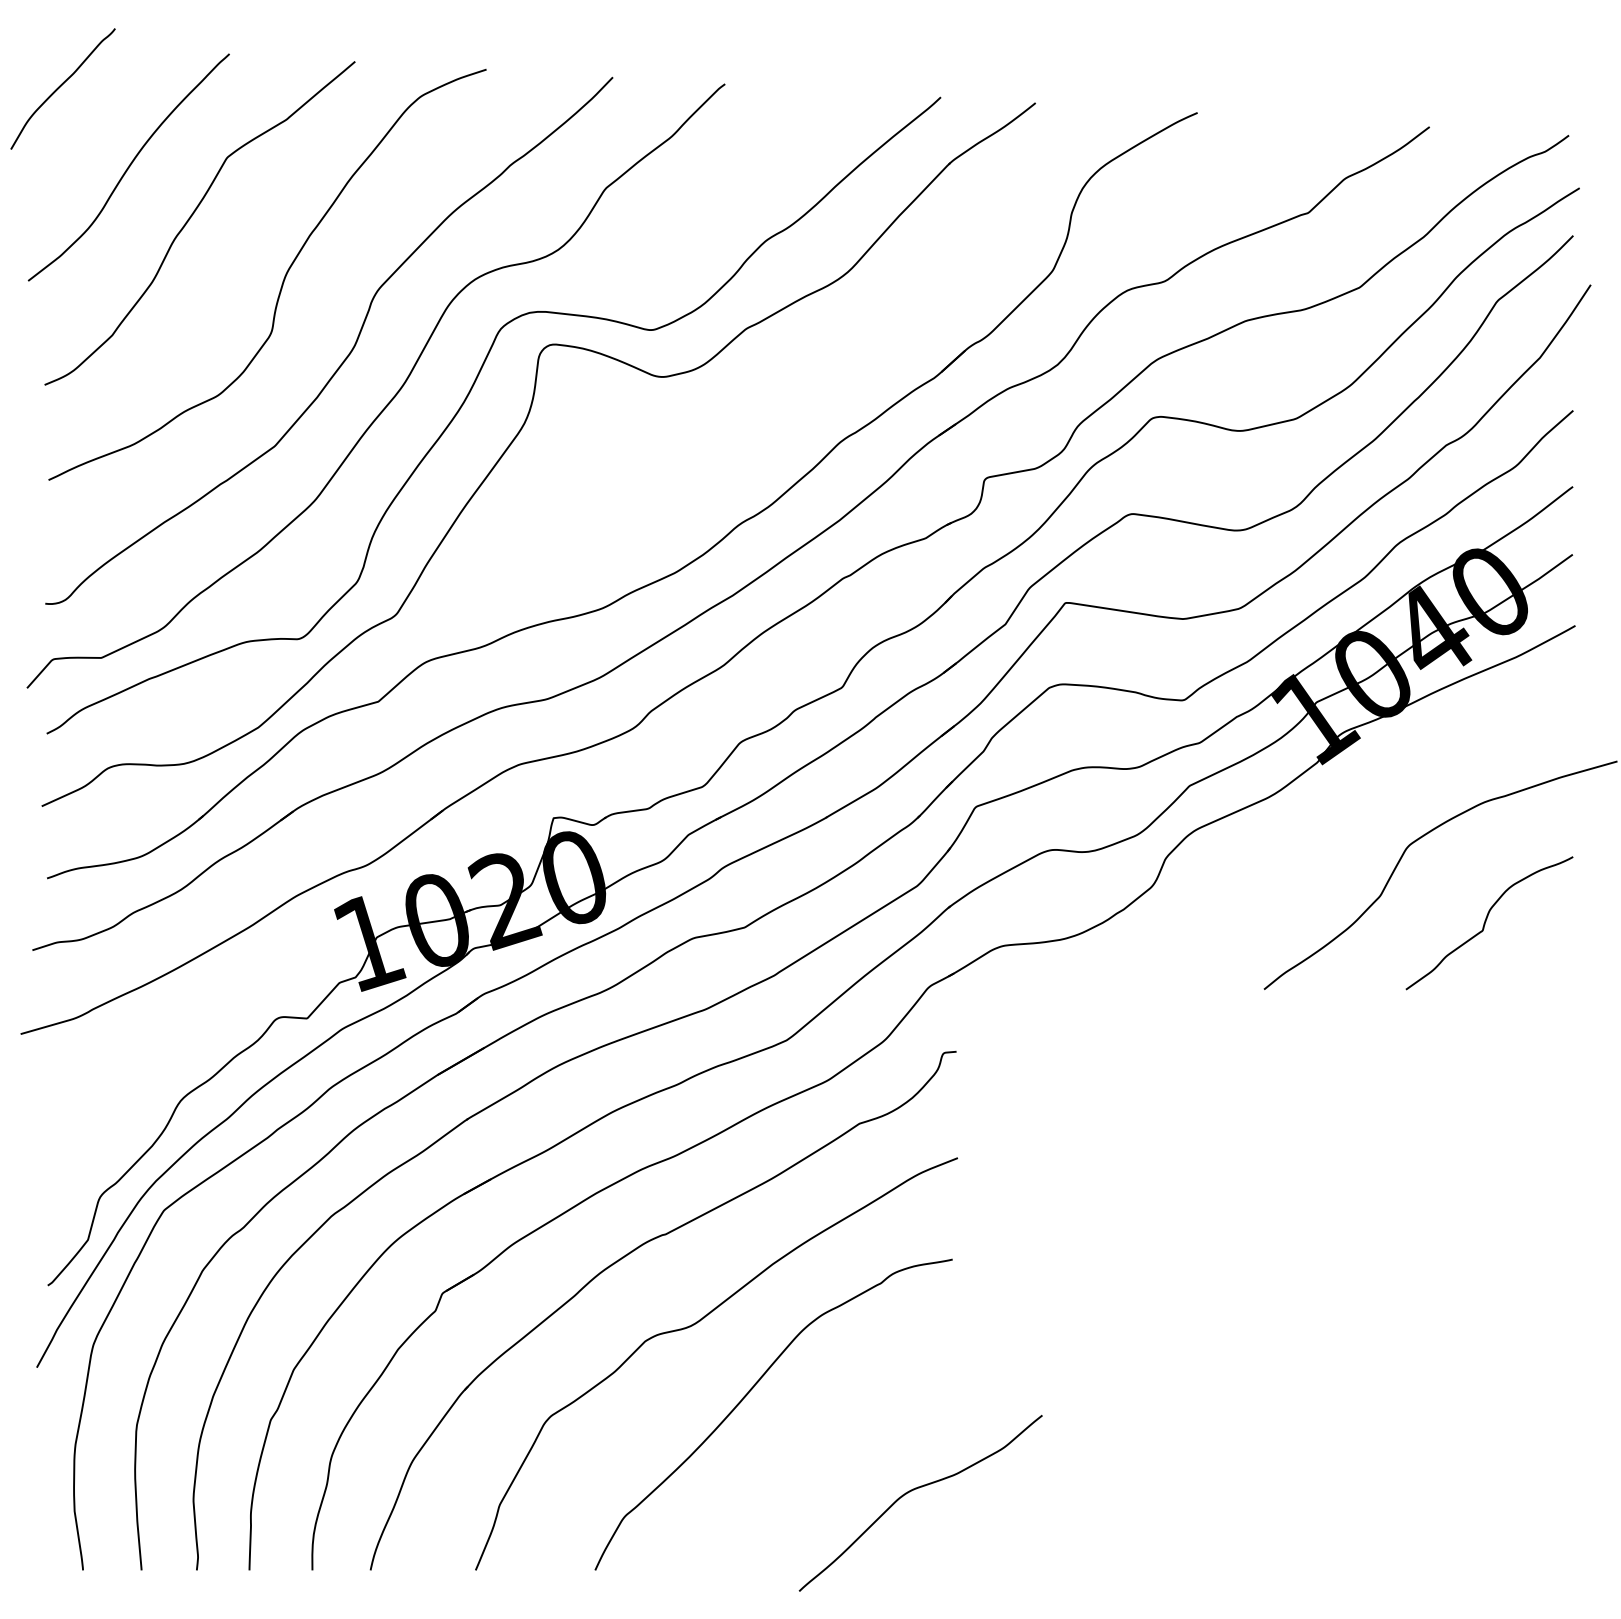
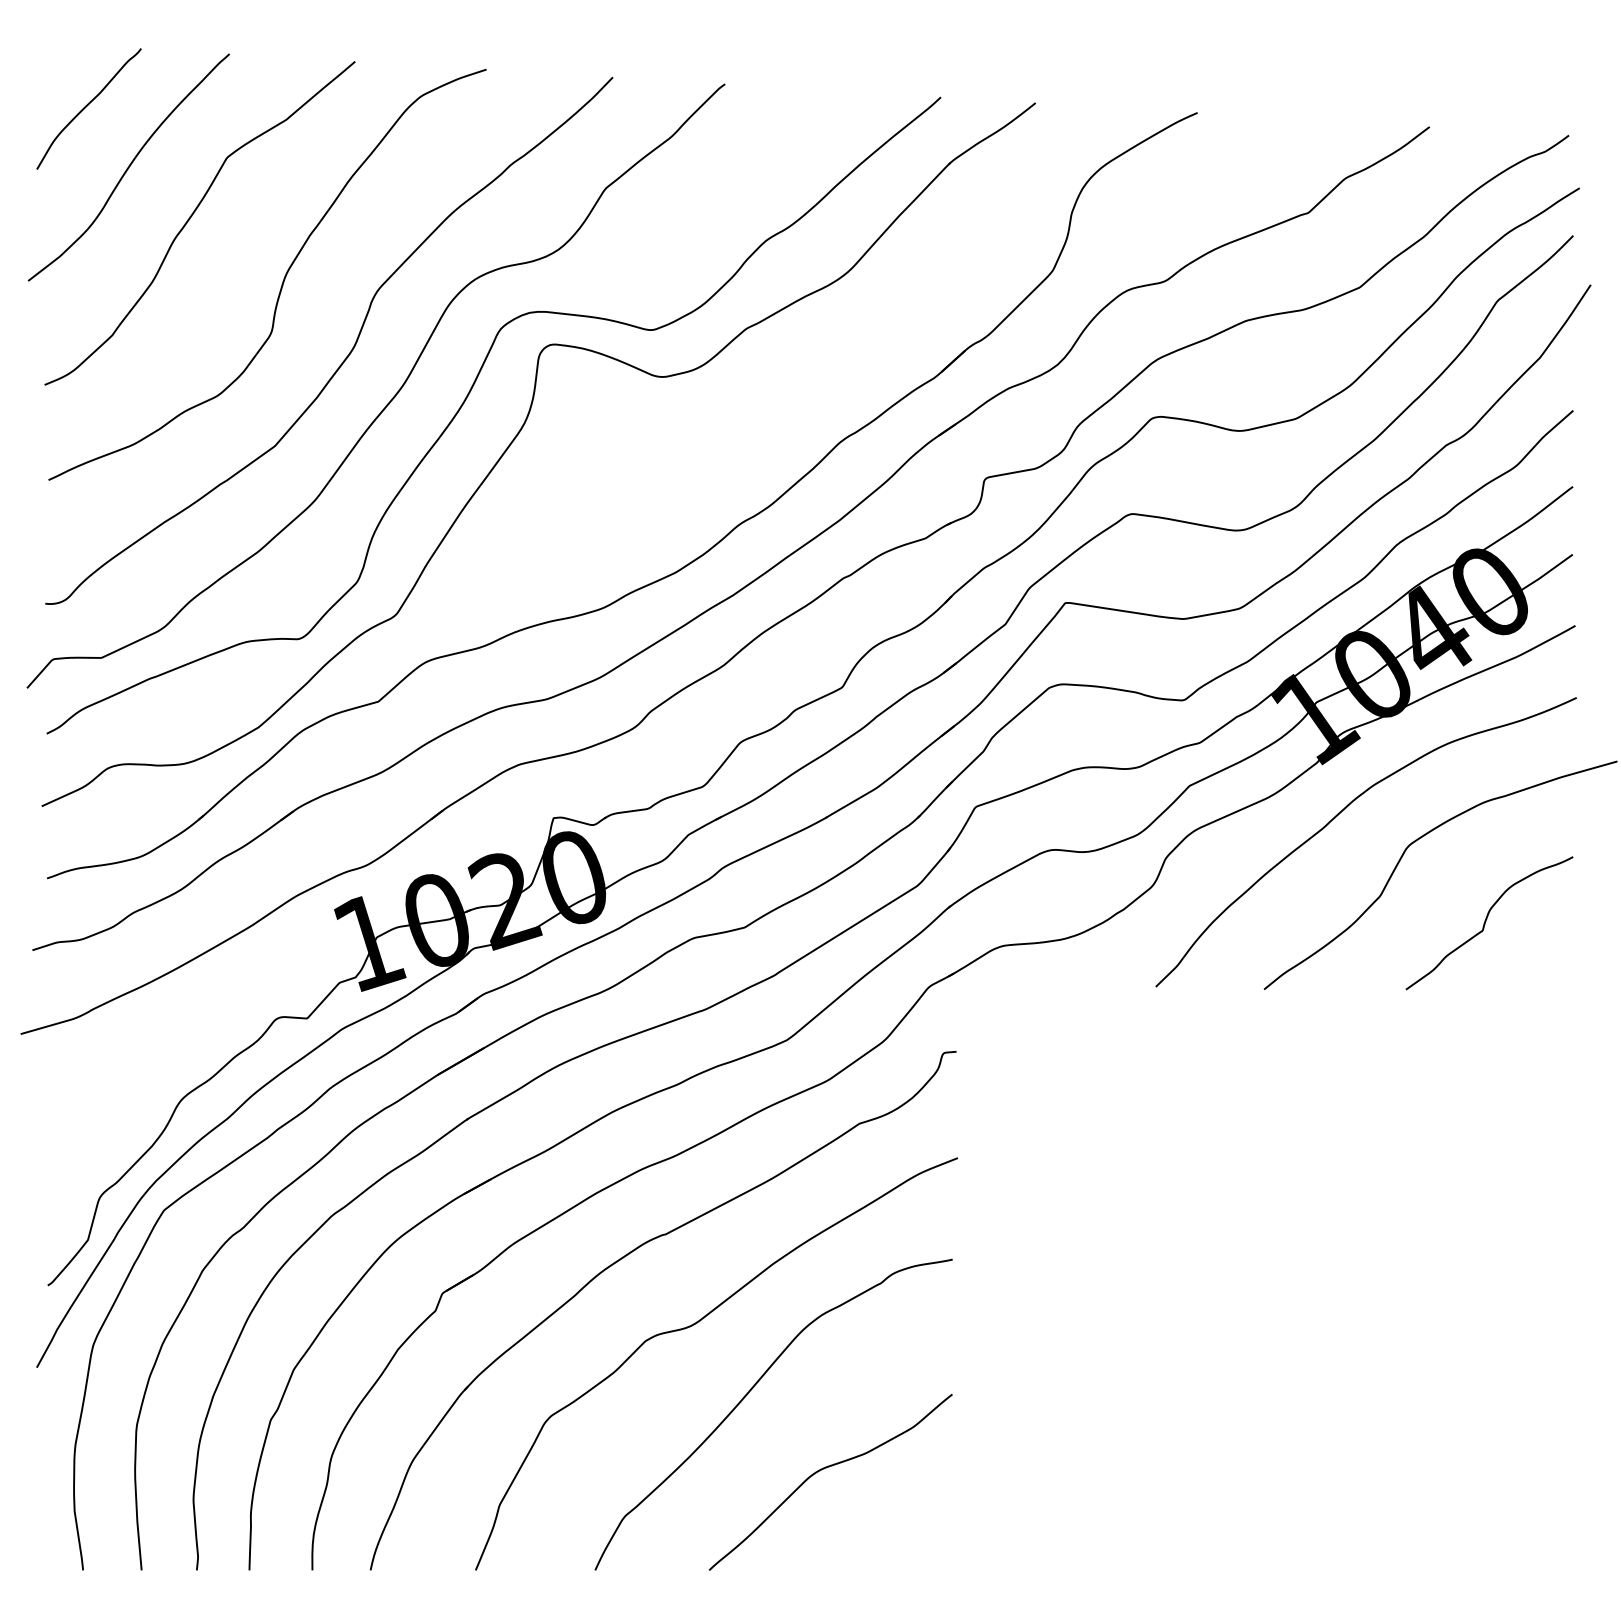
curve at (61, 86) position: (61, 86) -> (87, 106)
curve at (1338, 815): none -> present
curve at (914, 1490) position: (914, 1490) -> (824, 1469)
